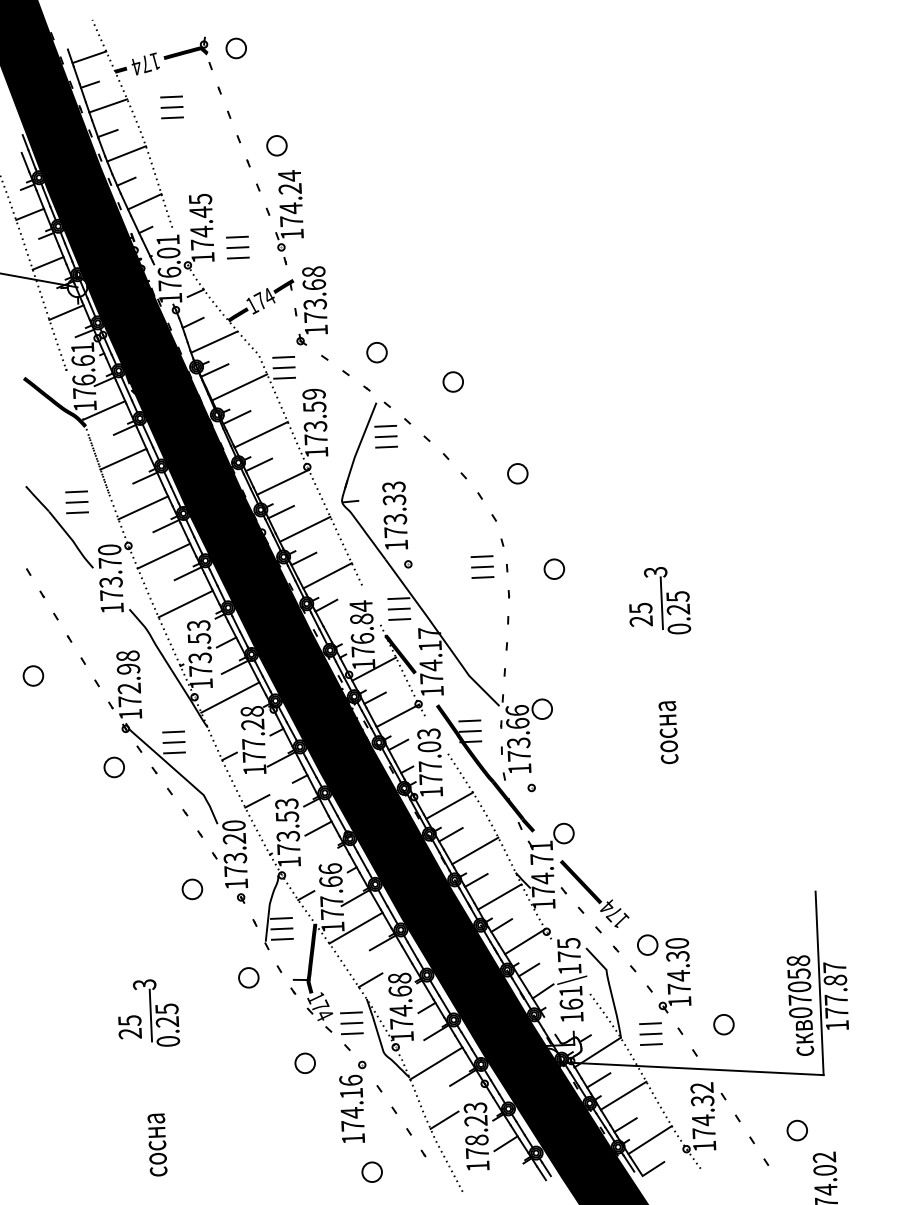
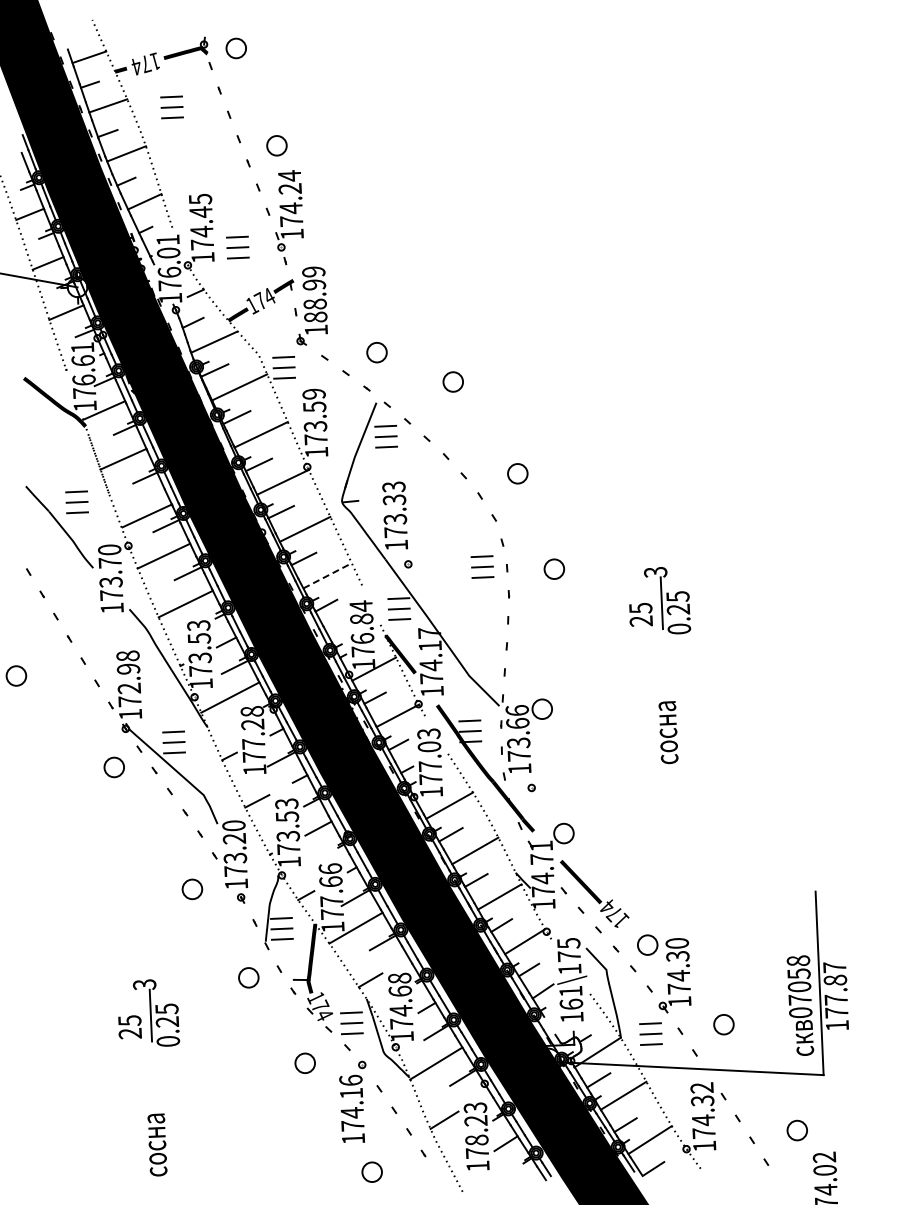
text at (314, 294): 173.68 -> 188.99
line at (143, 507) position: (143, 507) -> (147, 515)
line at (328, 575): solid -> dashed
part at (33, 675) position: (33, 675) -> (16, 675)
